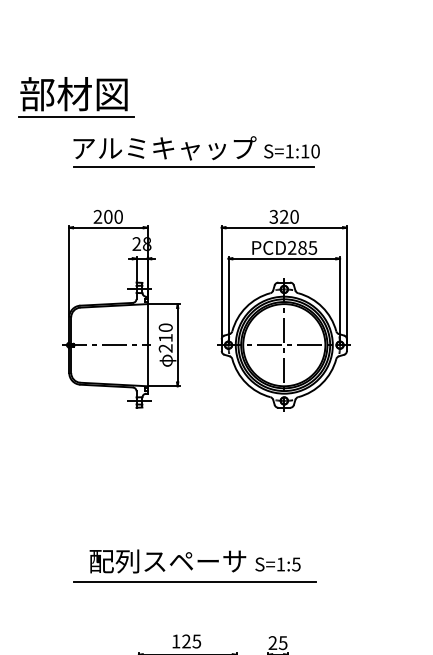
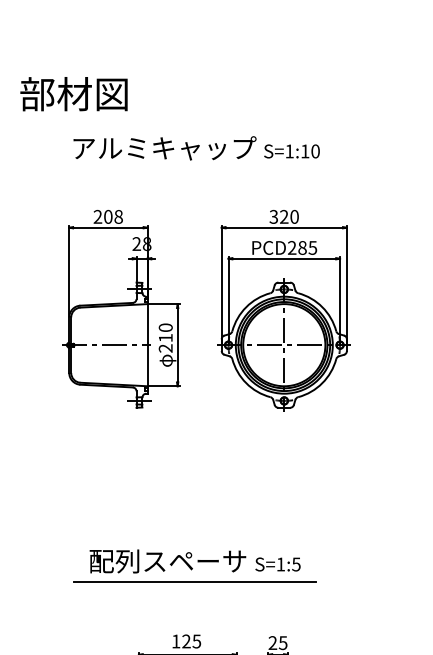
line at (75, 117): present -> none
line at (193, 167): present -> none
text at (118, 216): 200 -> 208
